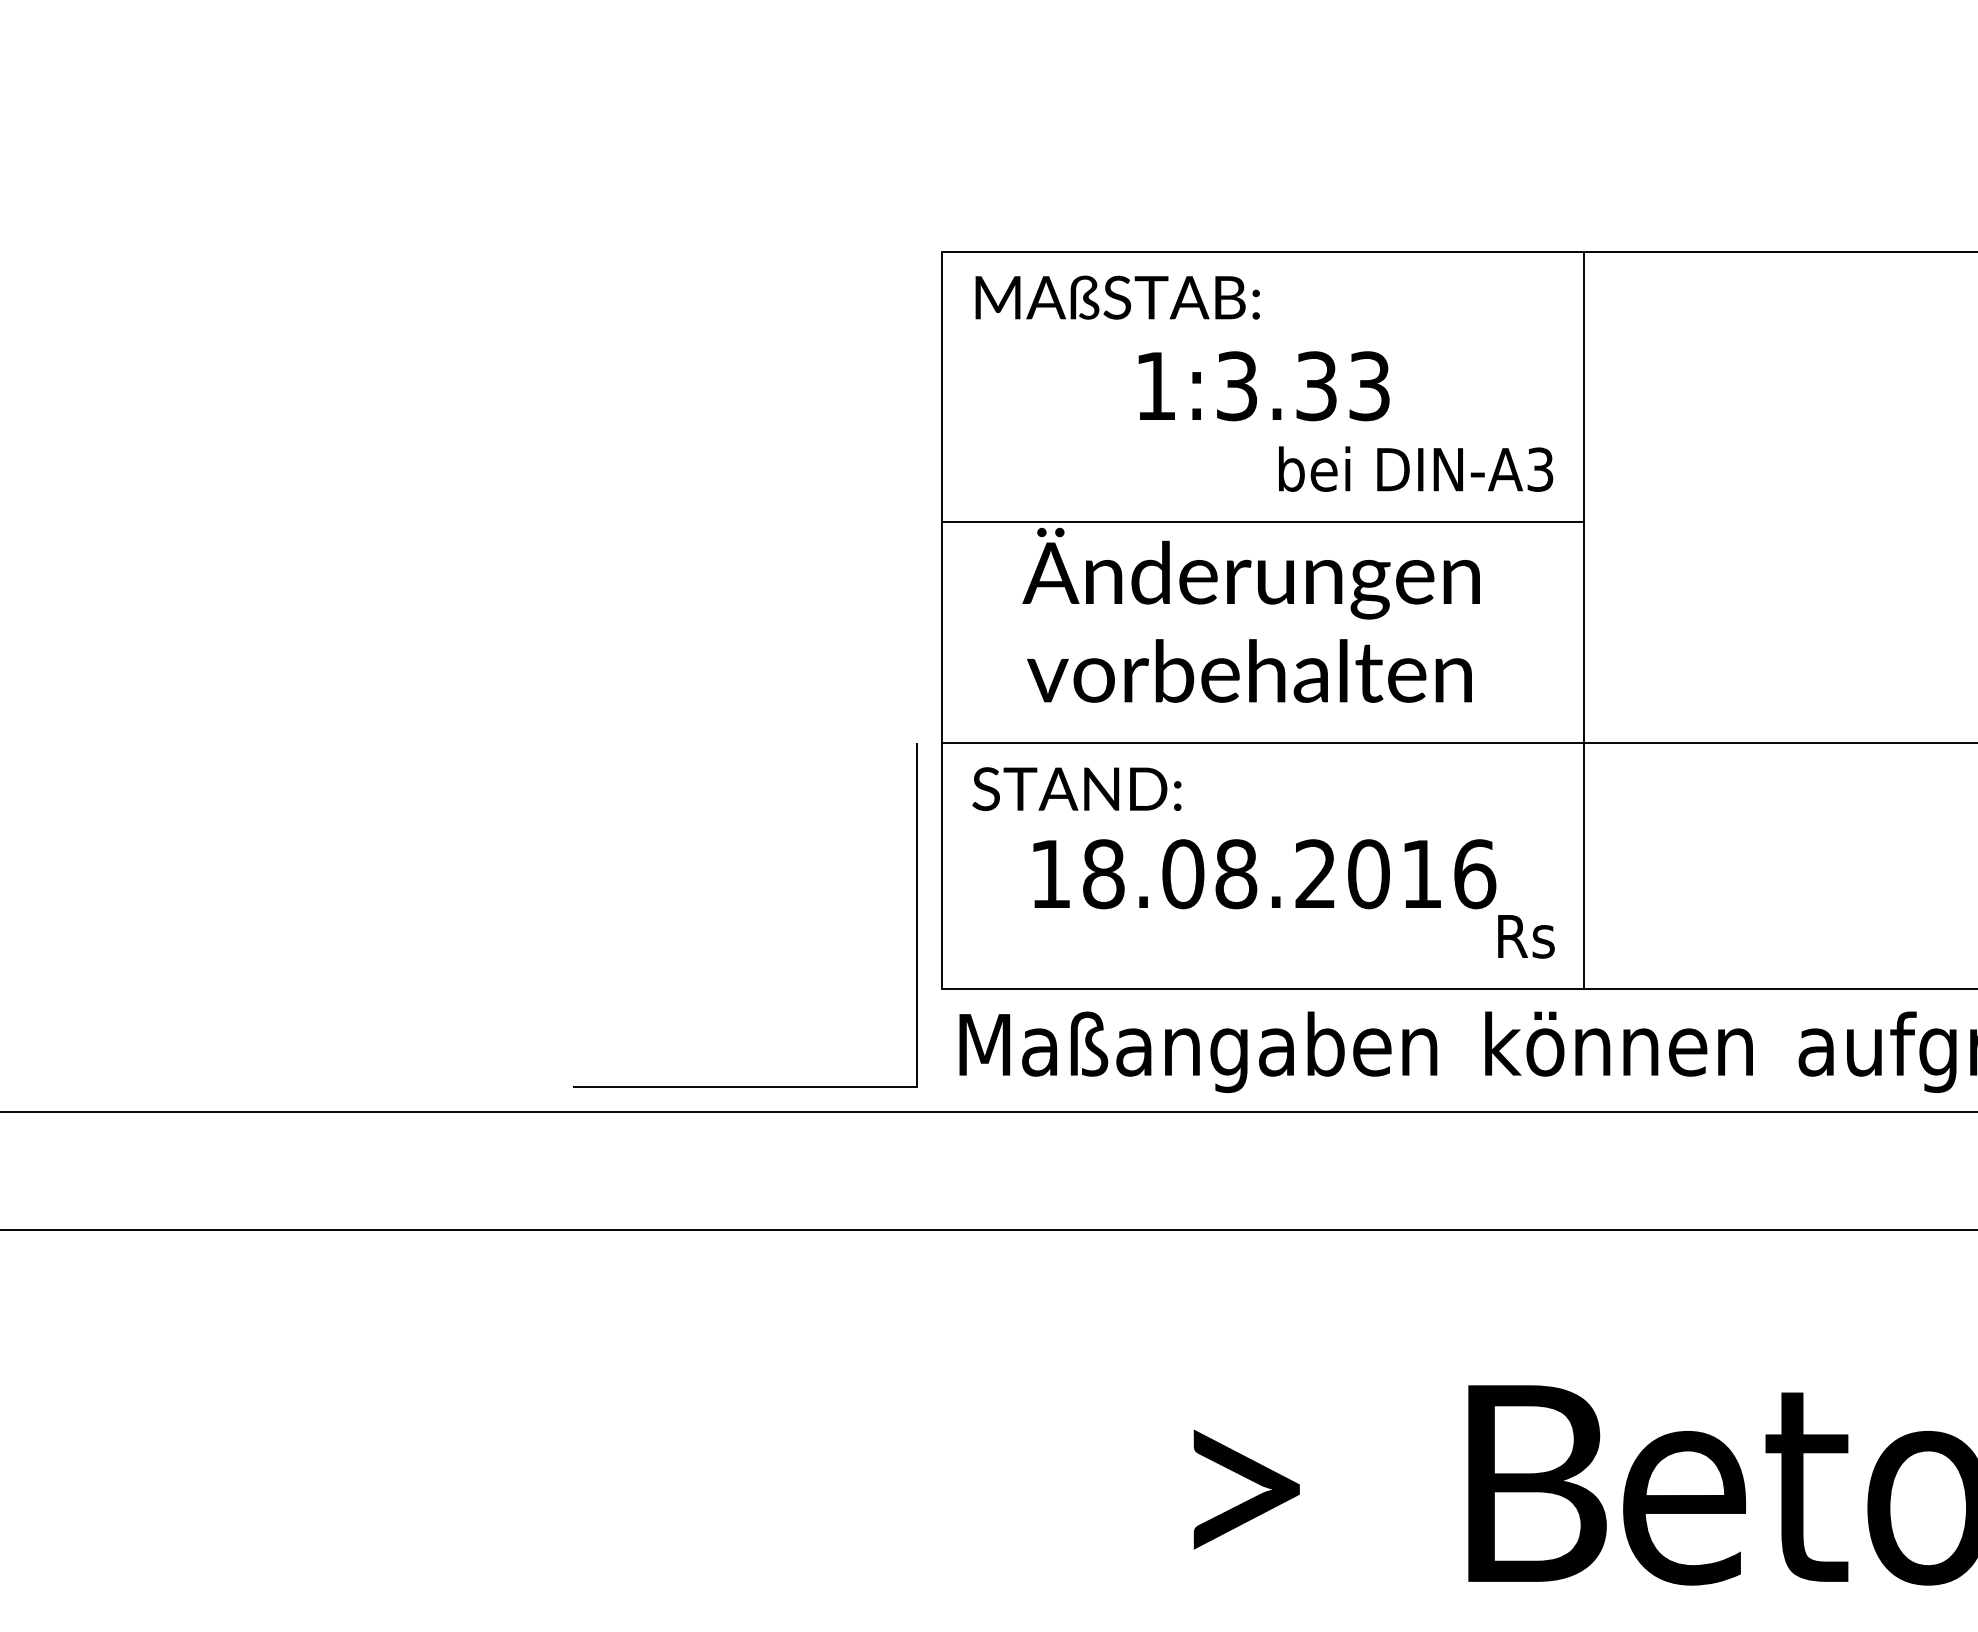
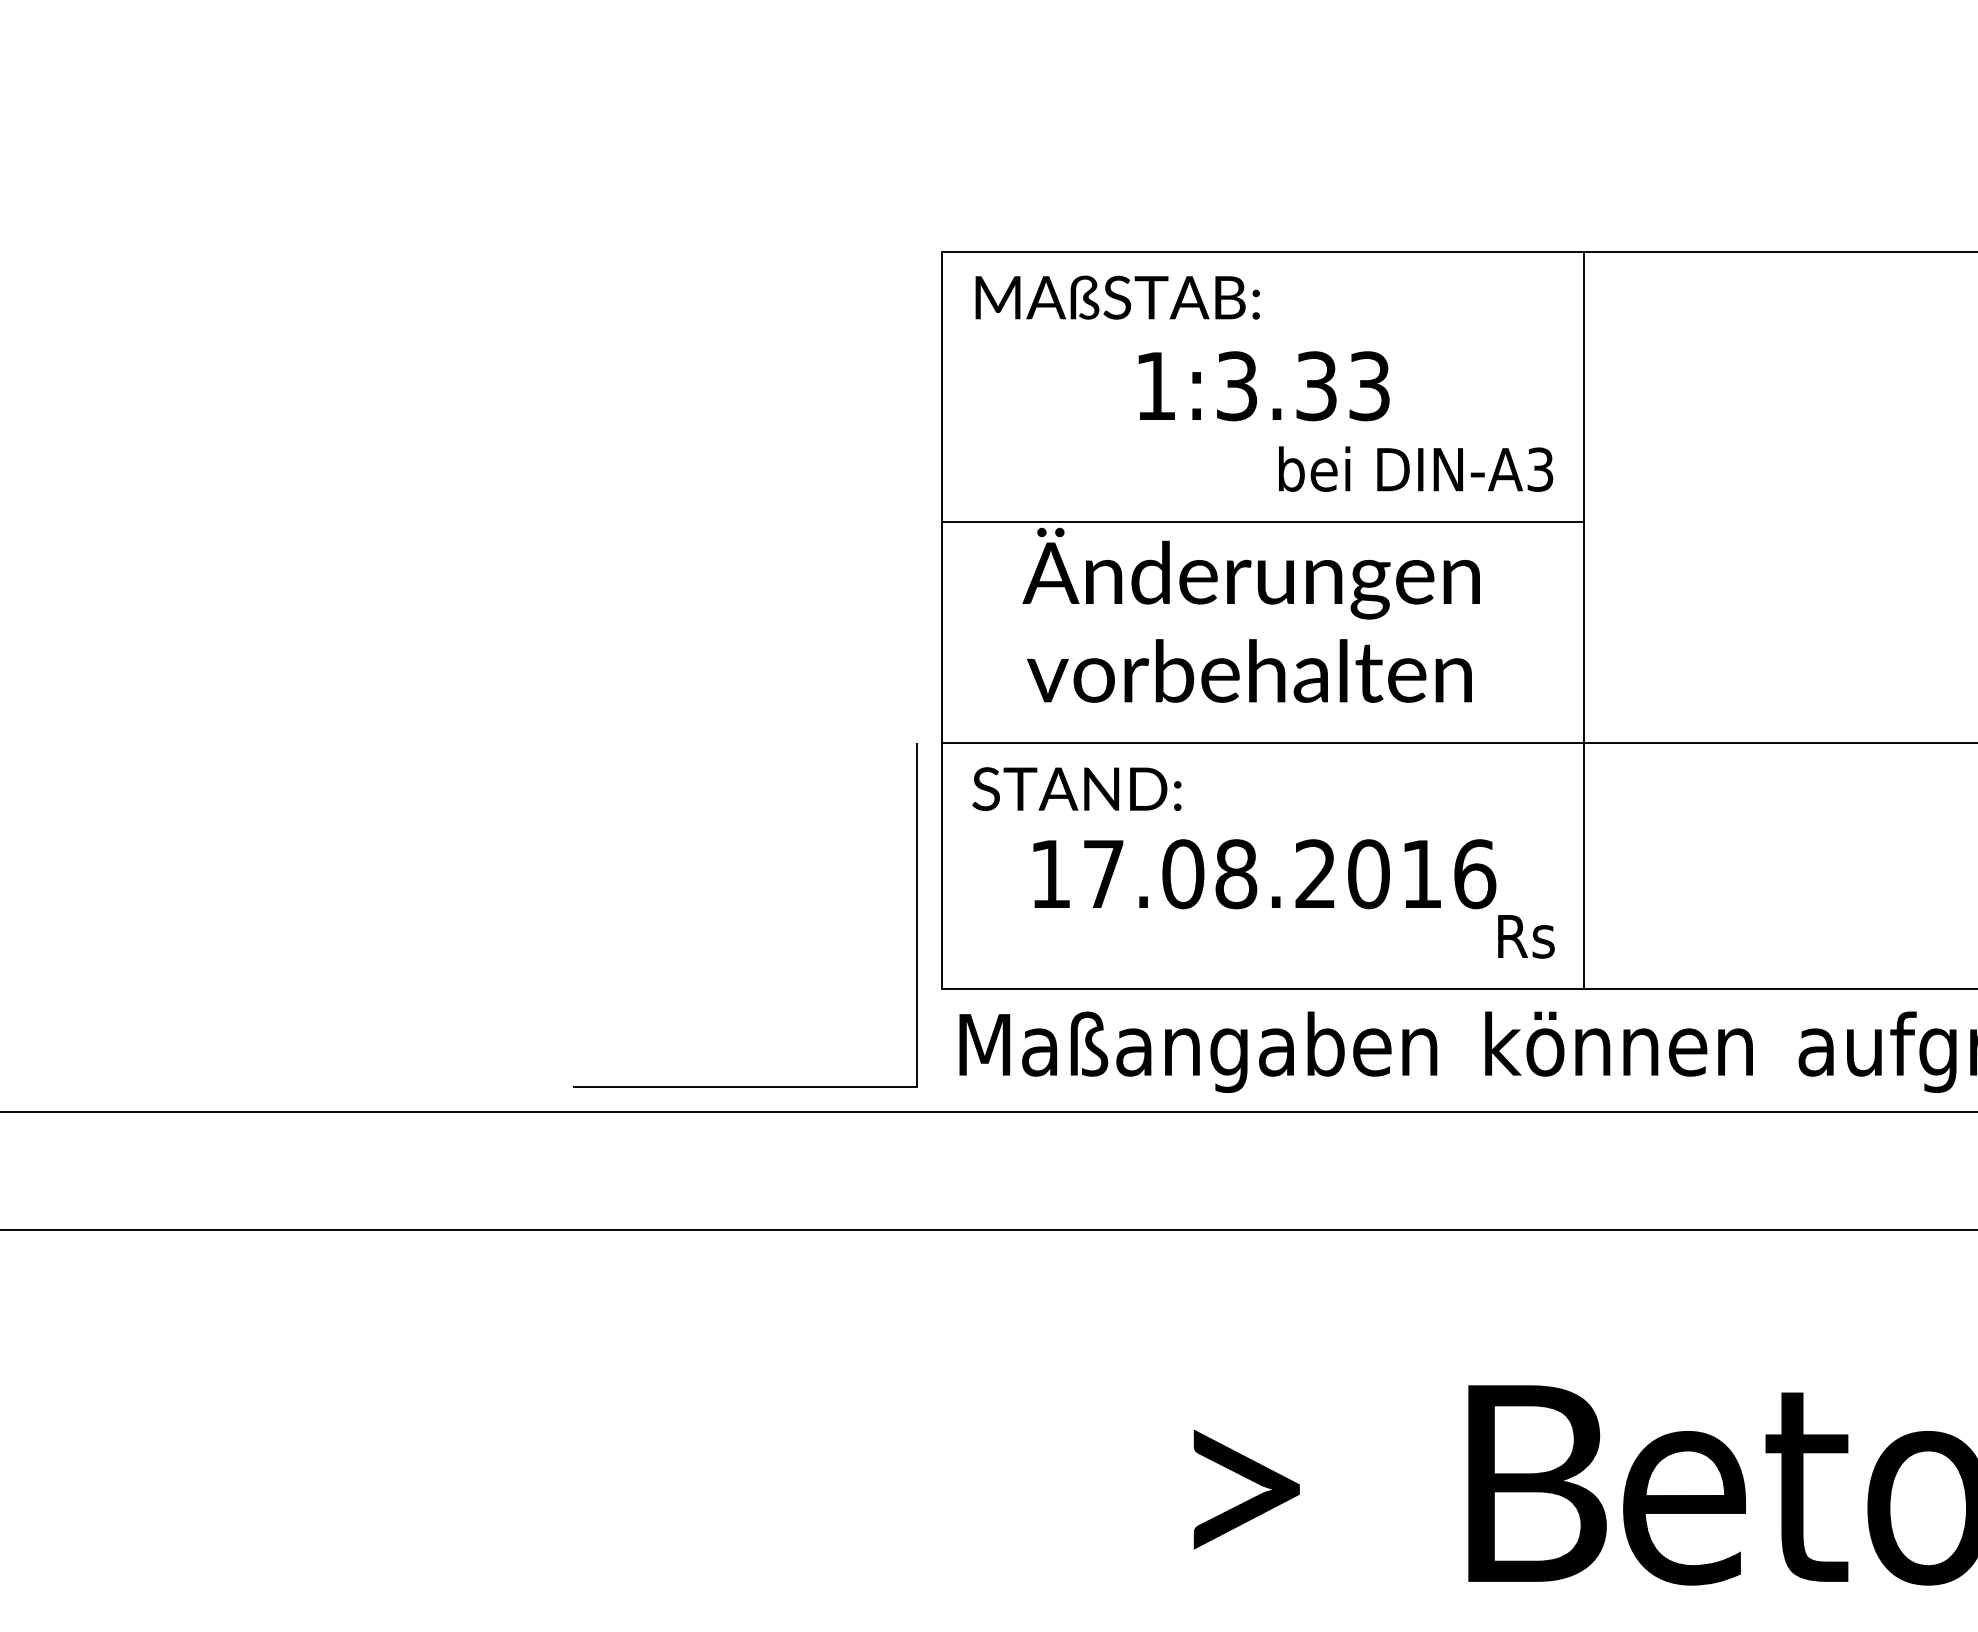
text at (1103, 874): 18.08.2016 -> 17.08.2016
